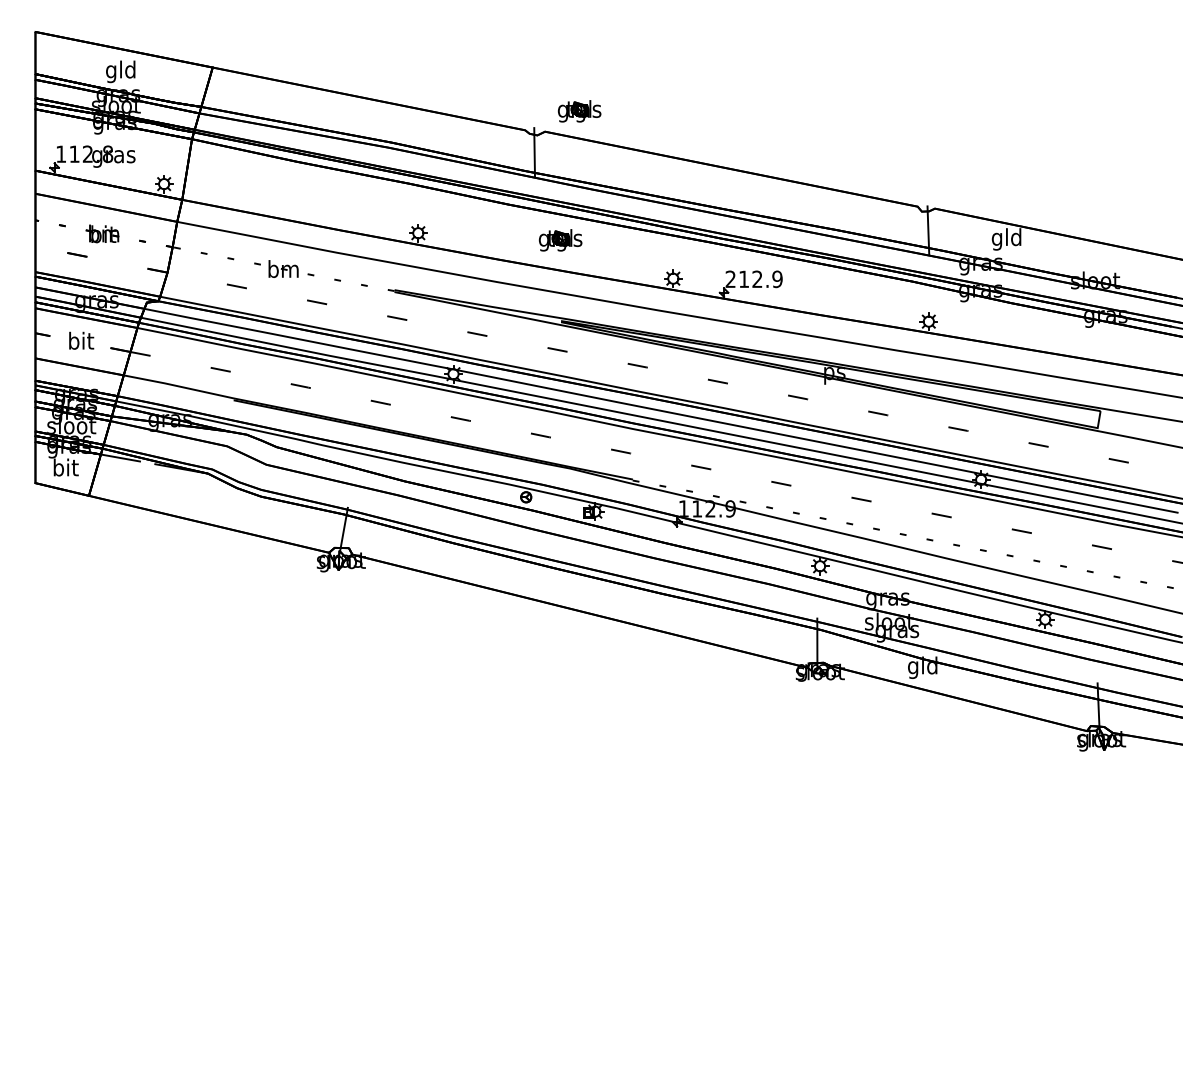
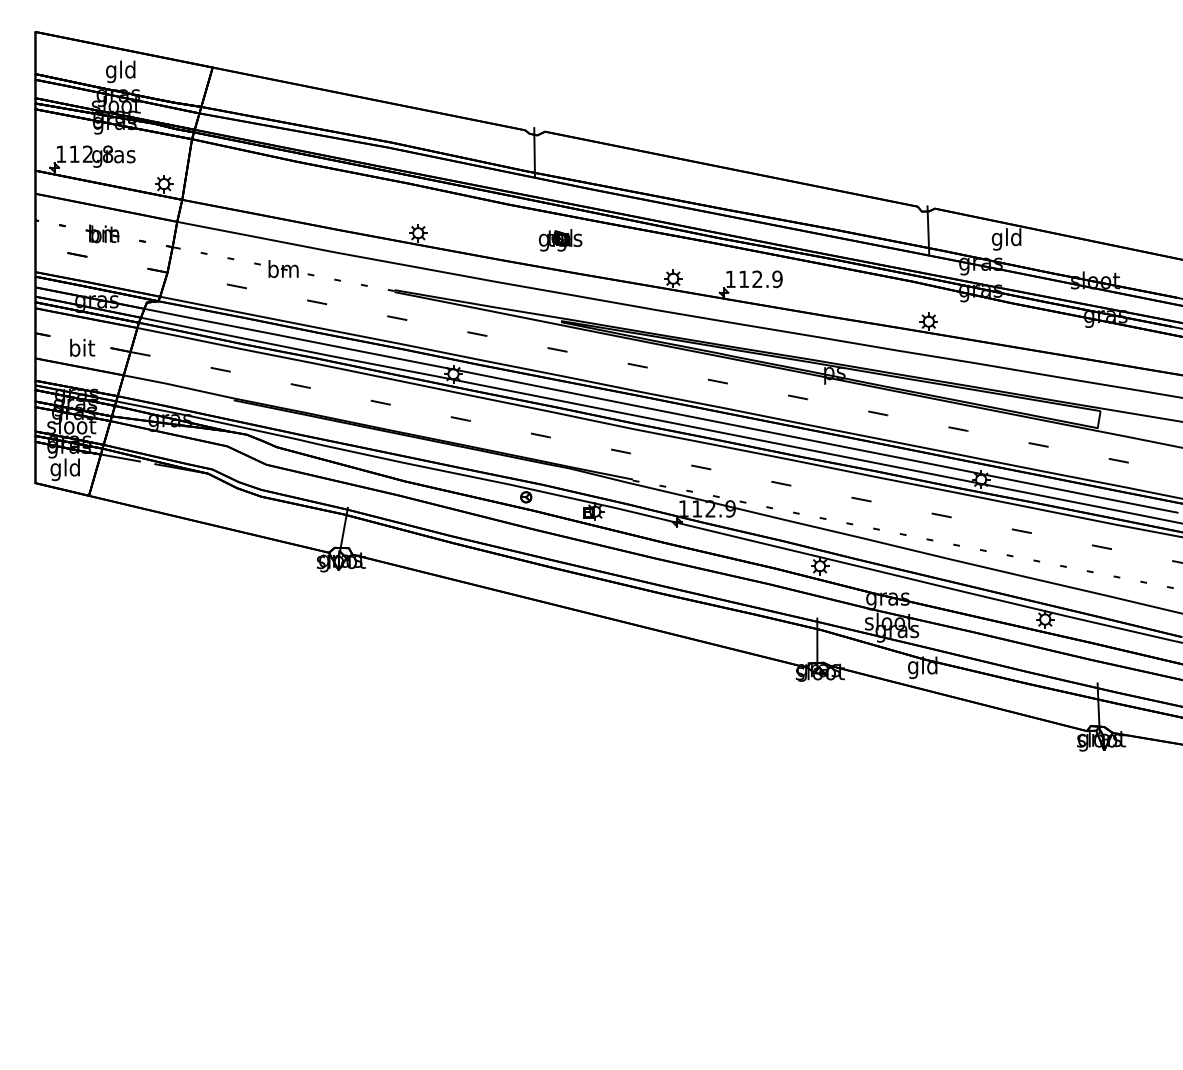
part at (579, 111): present -> none
text at (730, 278): 212.9 -> 112.9
text at (81, 340) position: (81, 340) -> (82, 347)
text at (64, 469): bit -> gld
